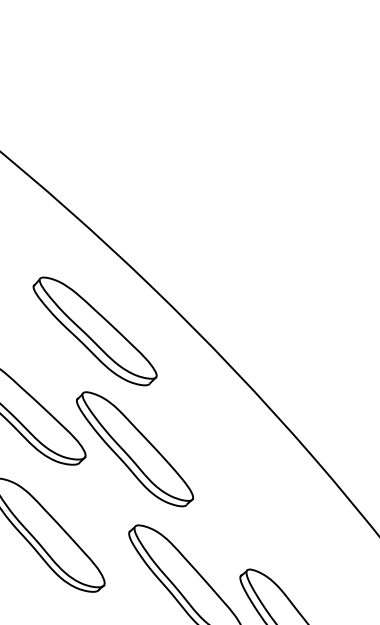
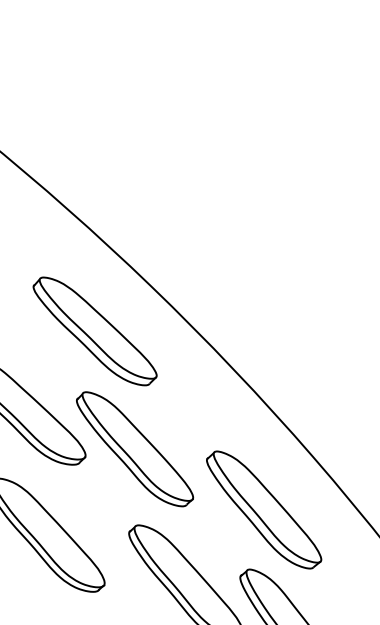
part at (264, 509): none -> present
